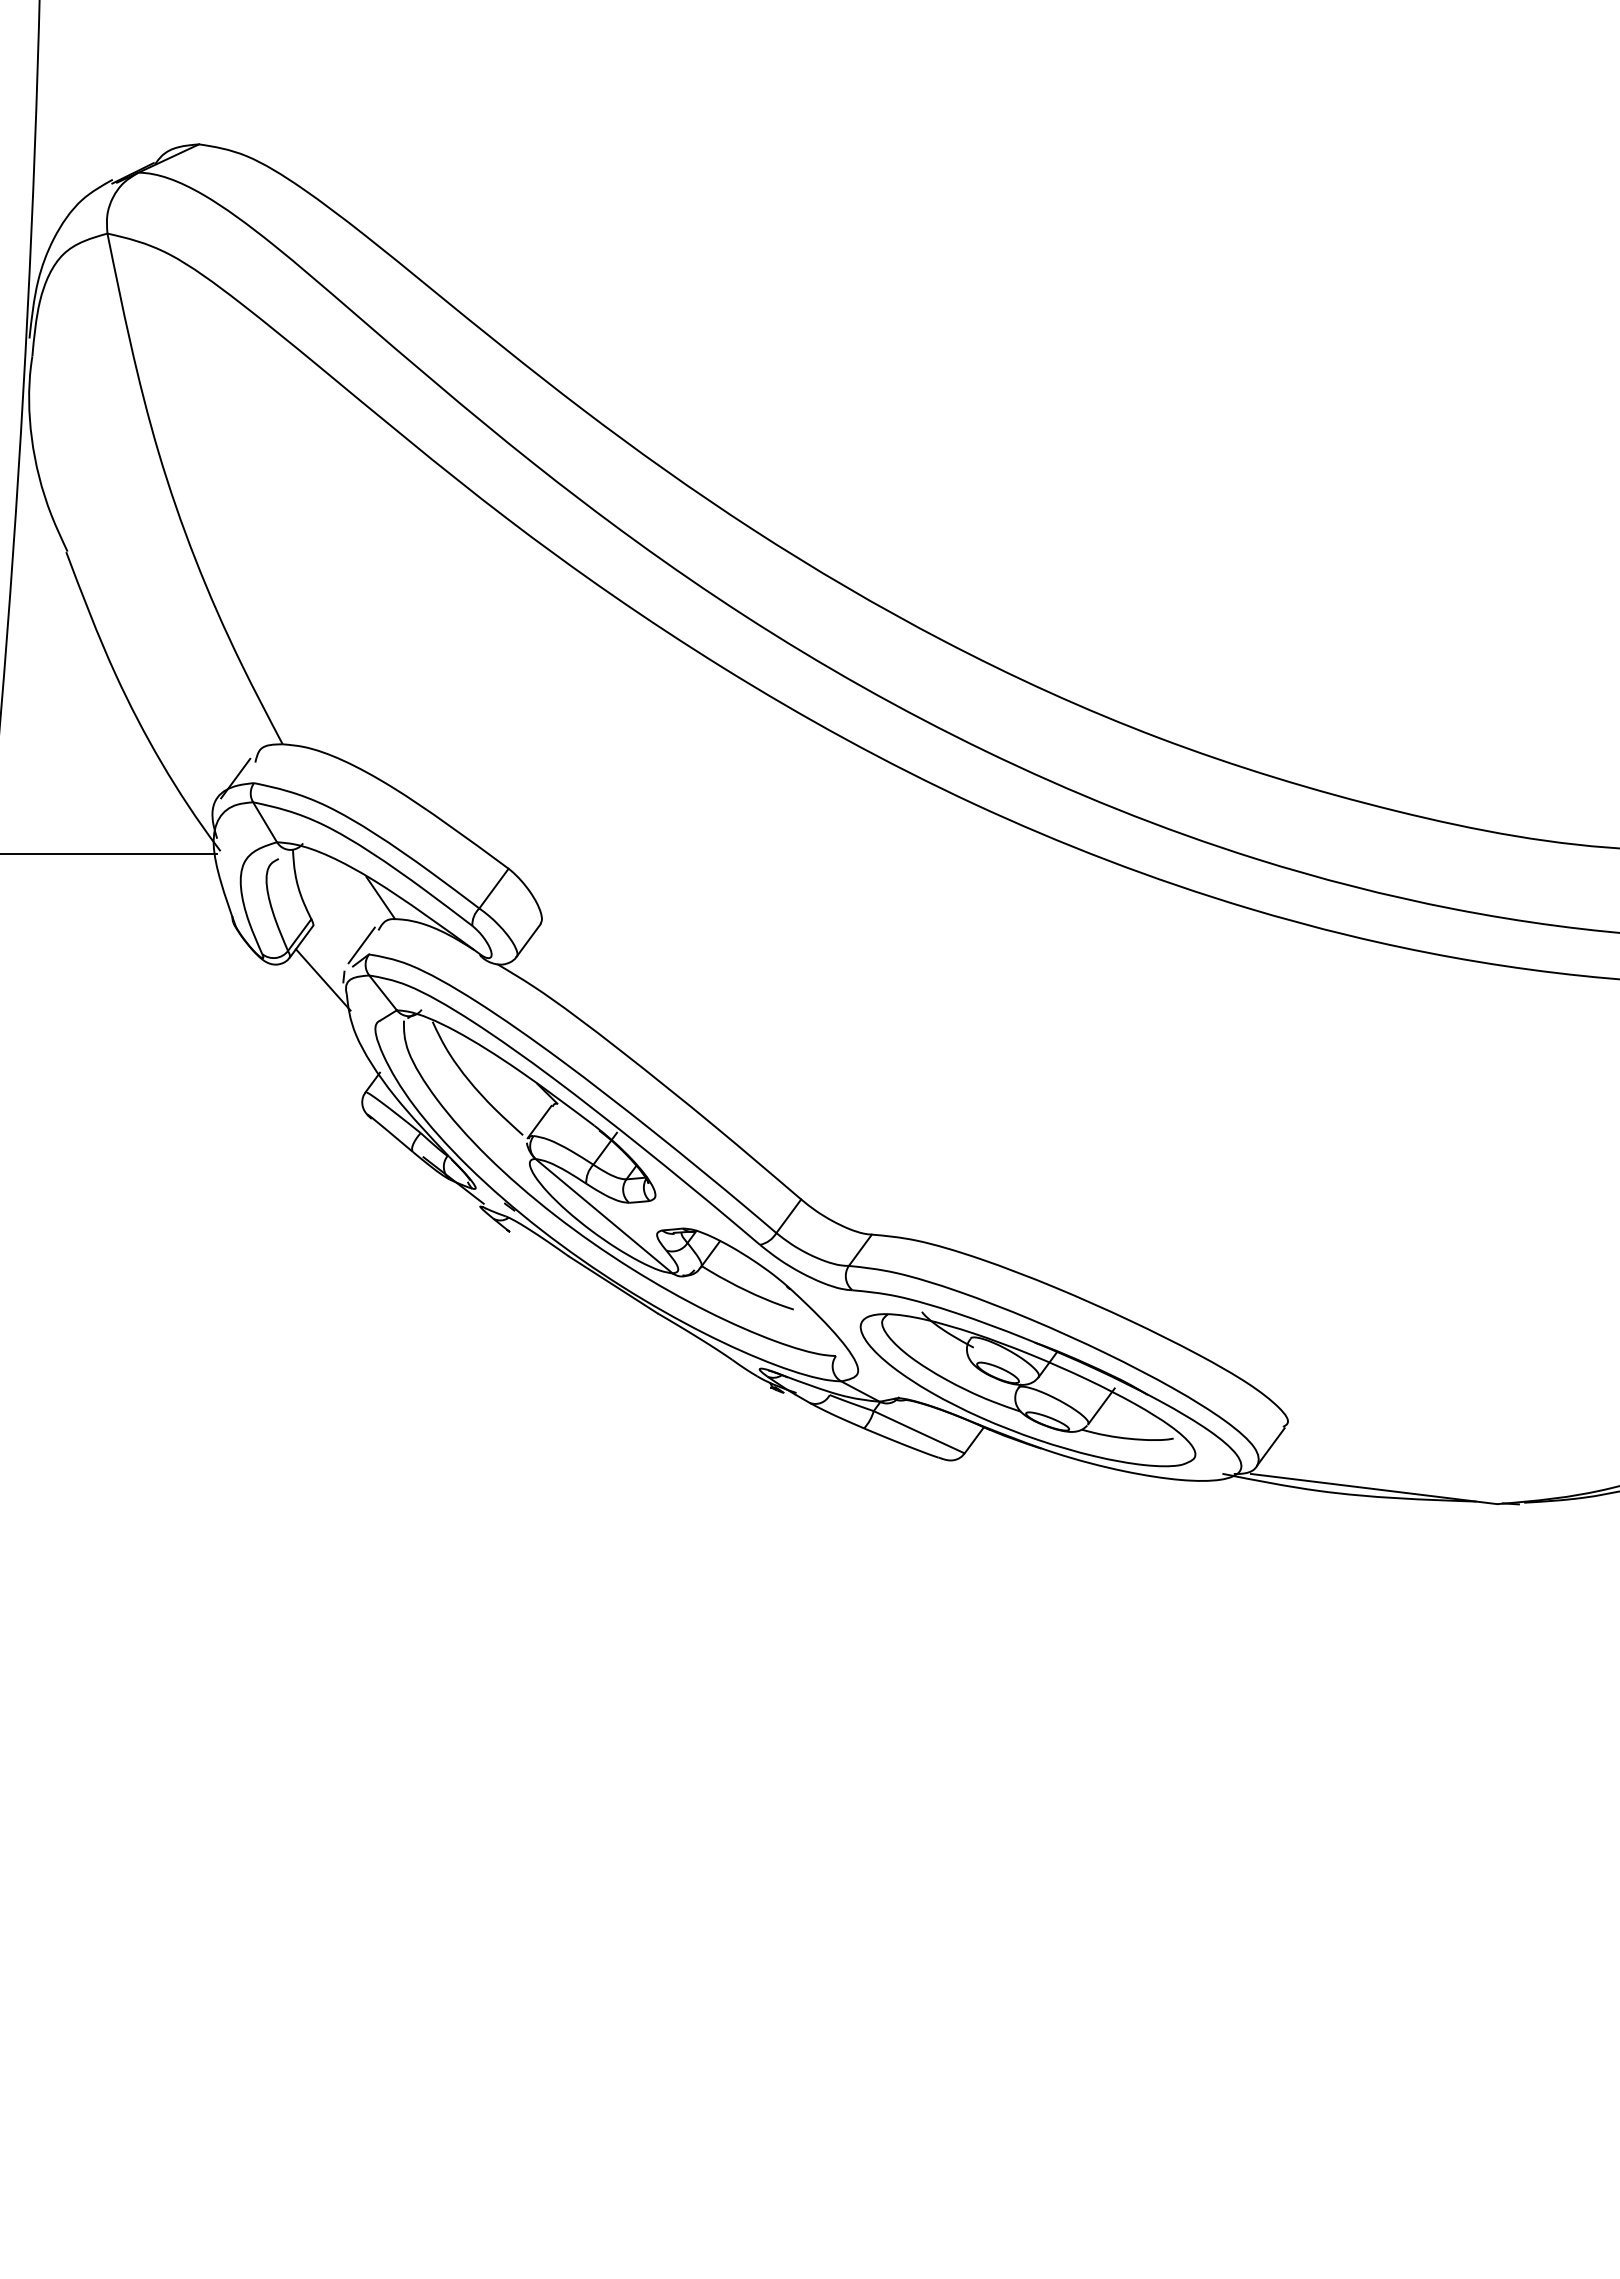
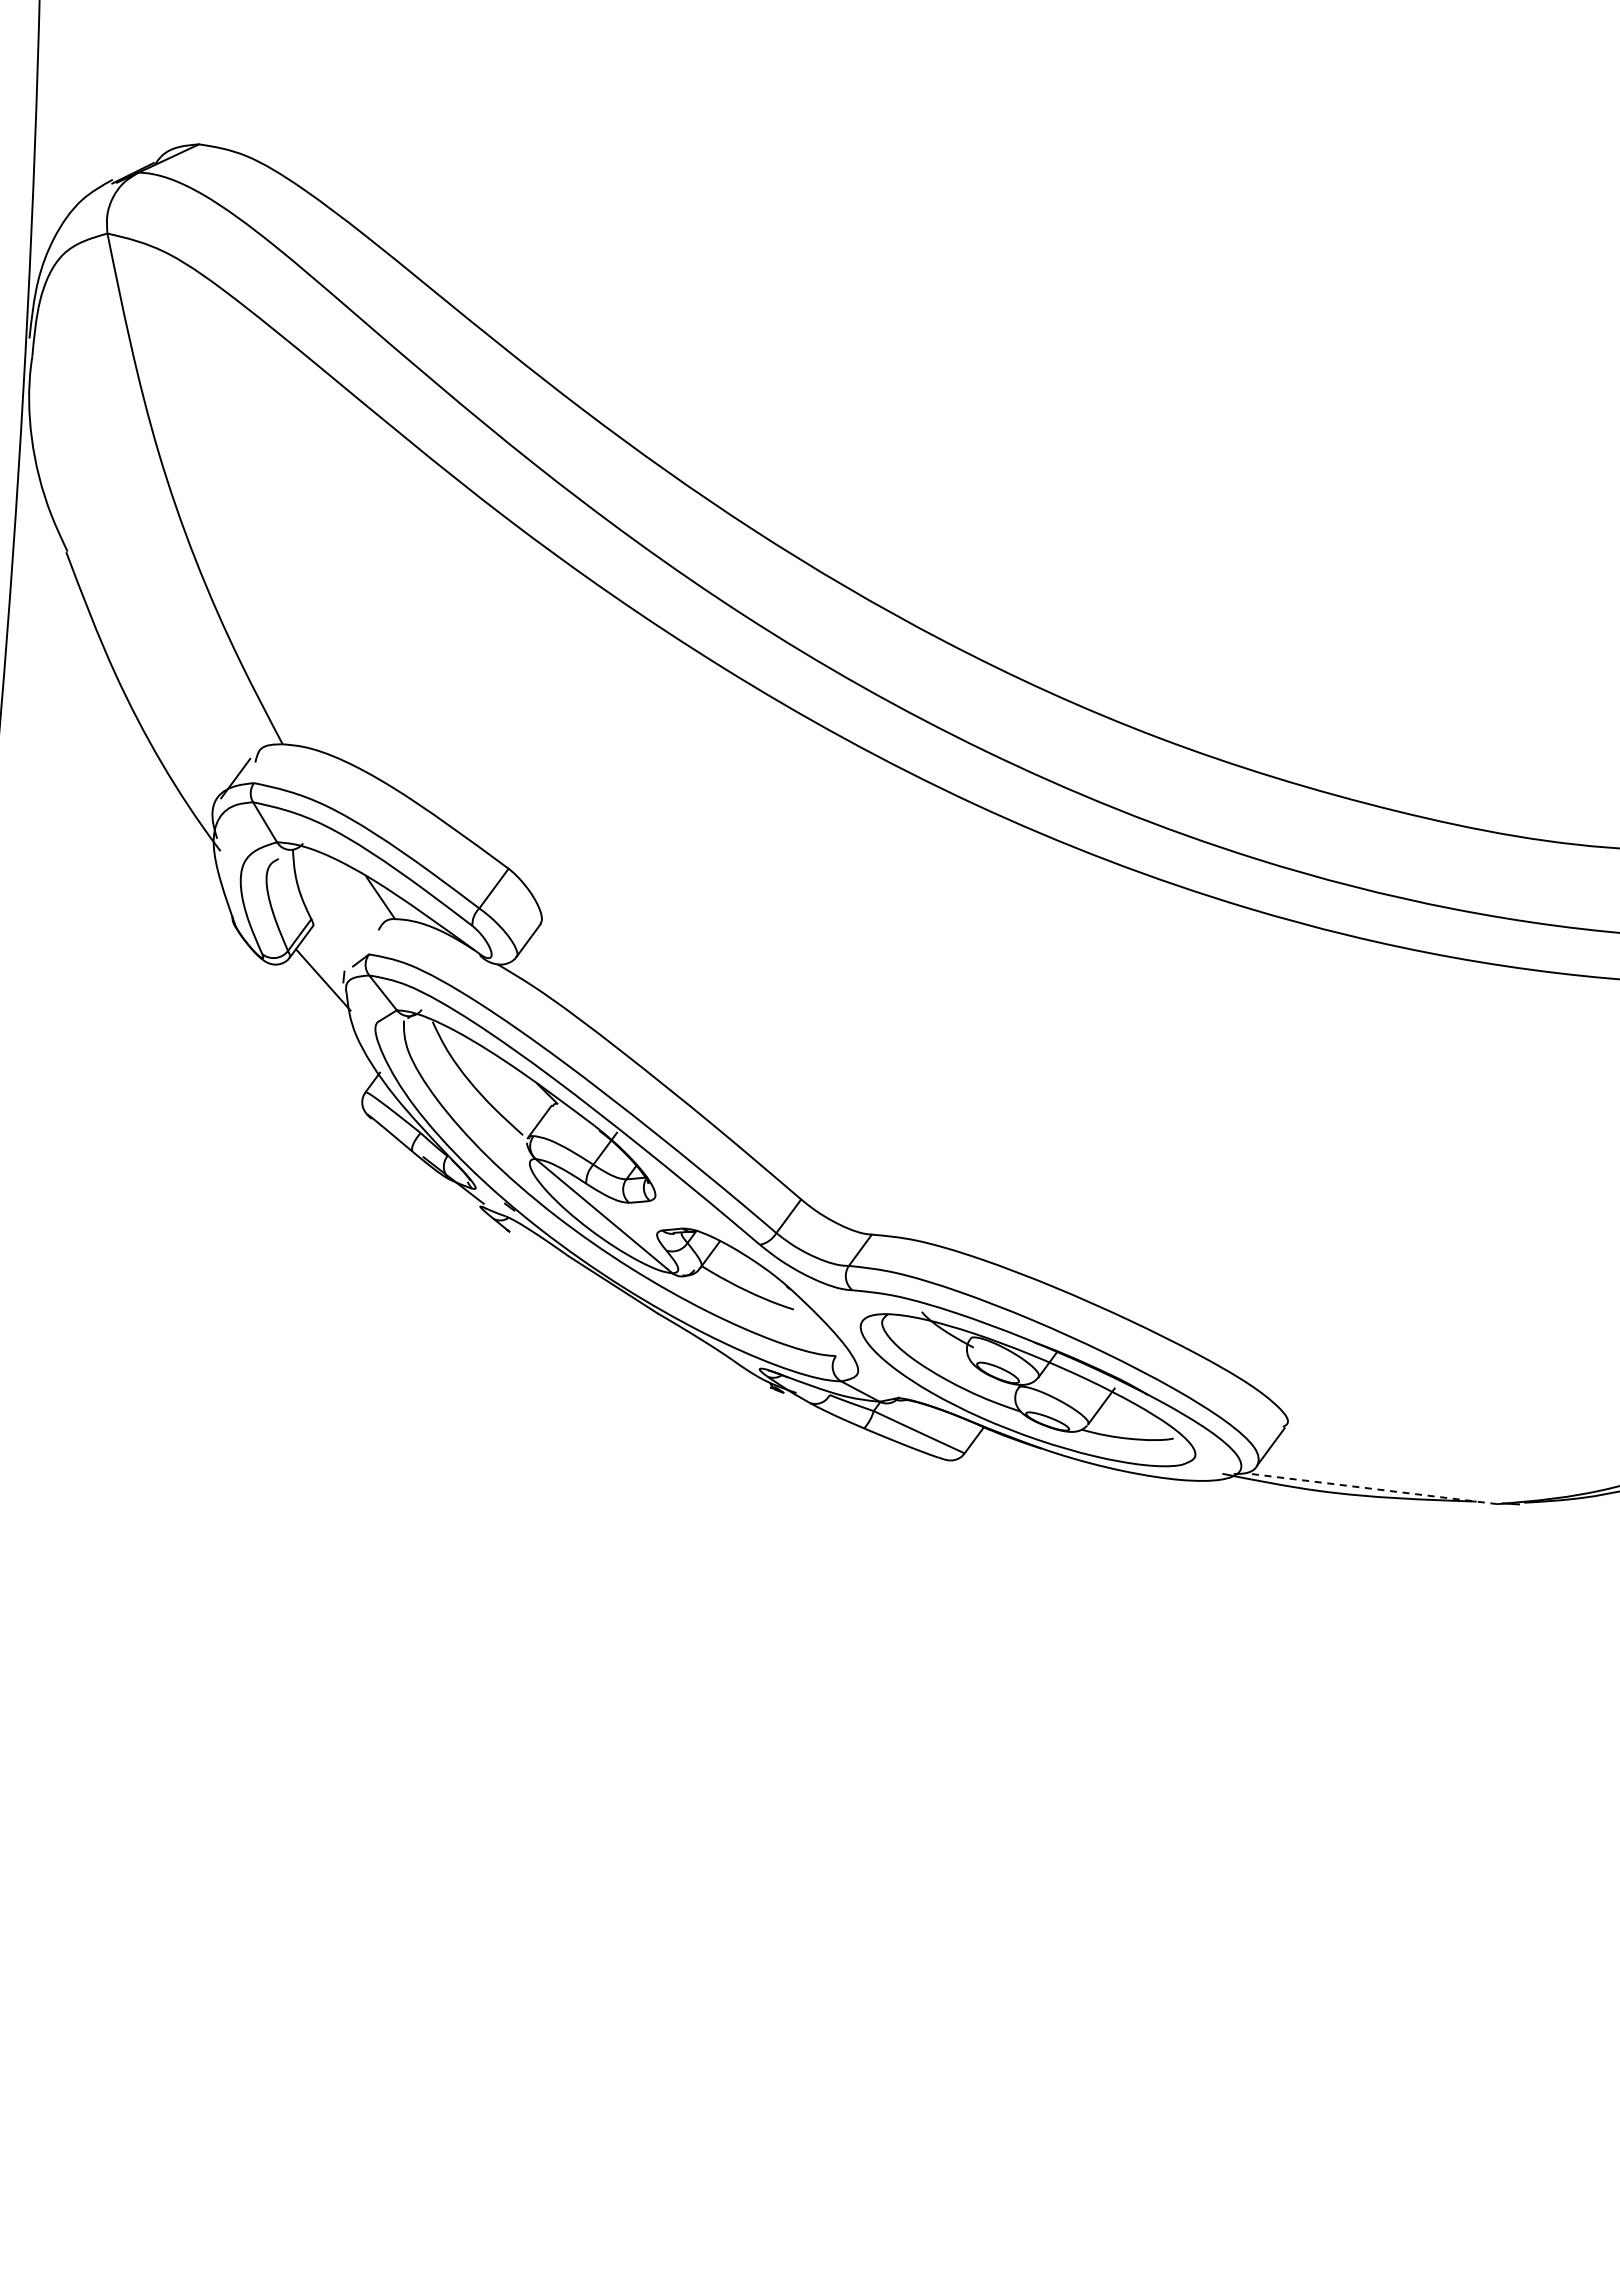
line at (109, 854): present -> none
line at (361, 945): present -> none
line at (1373, 1489): solid -> dashed
